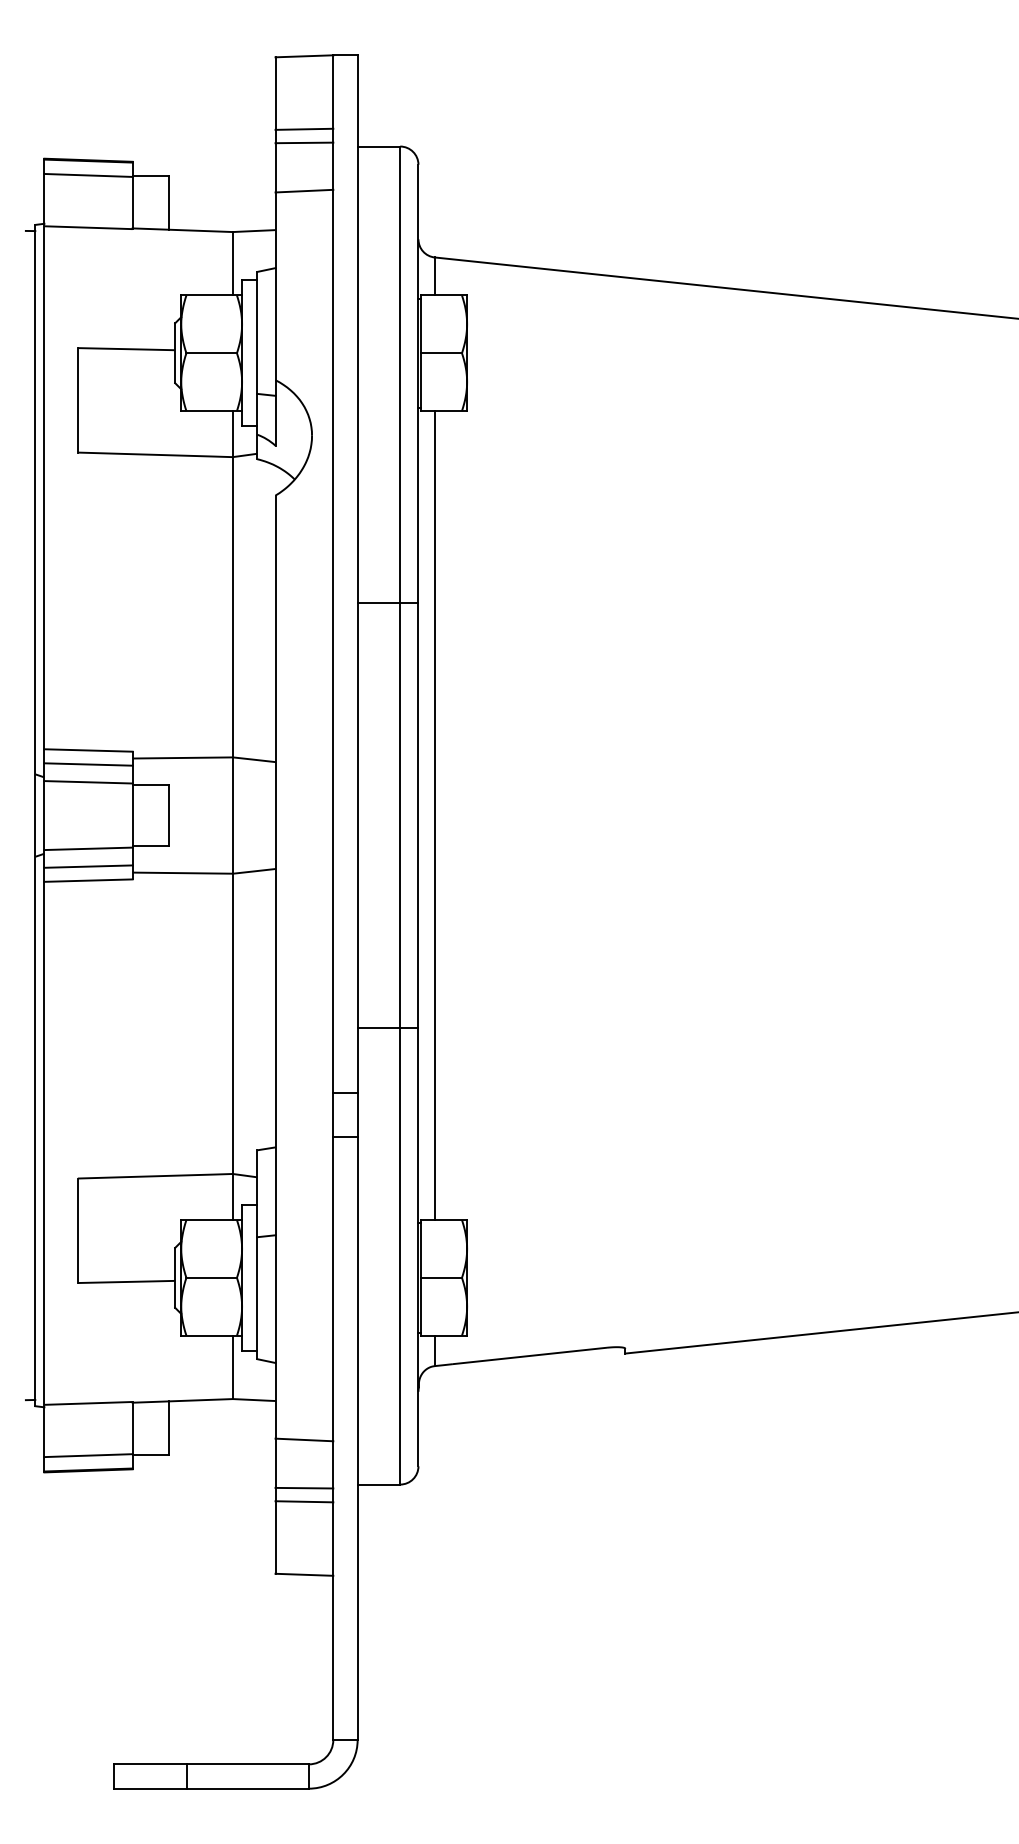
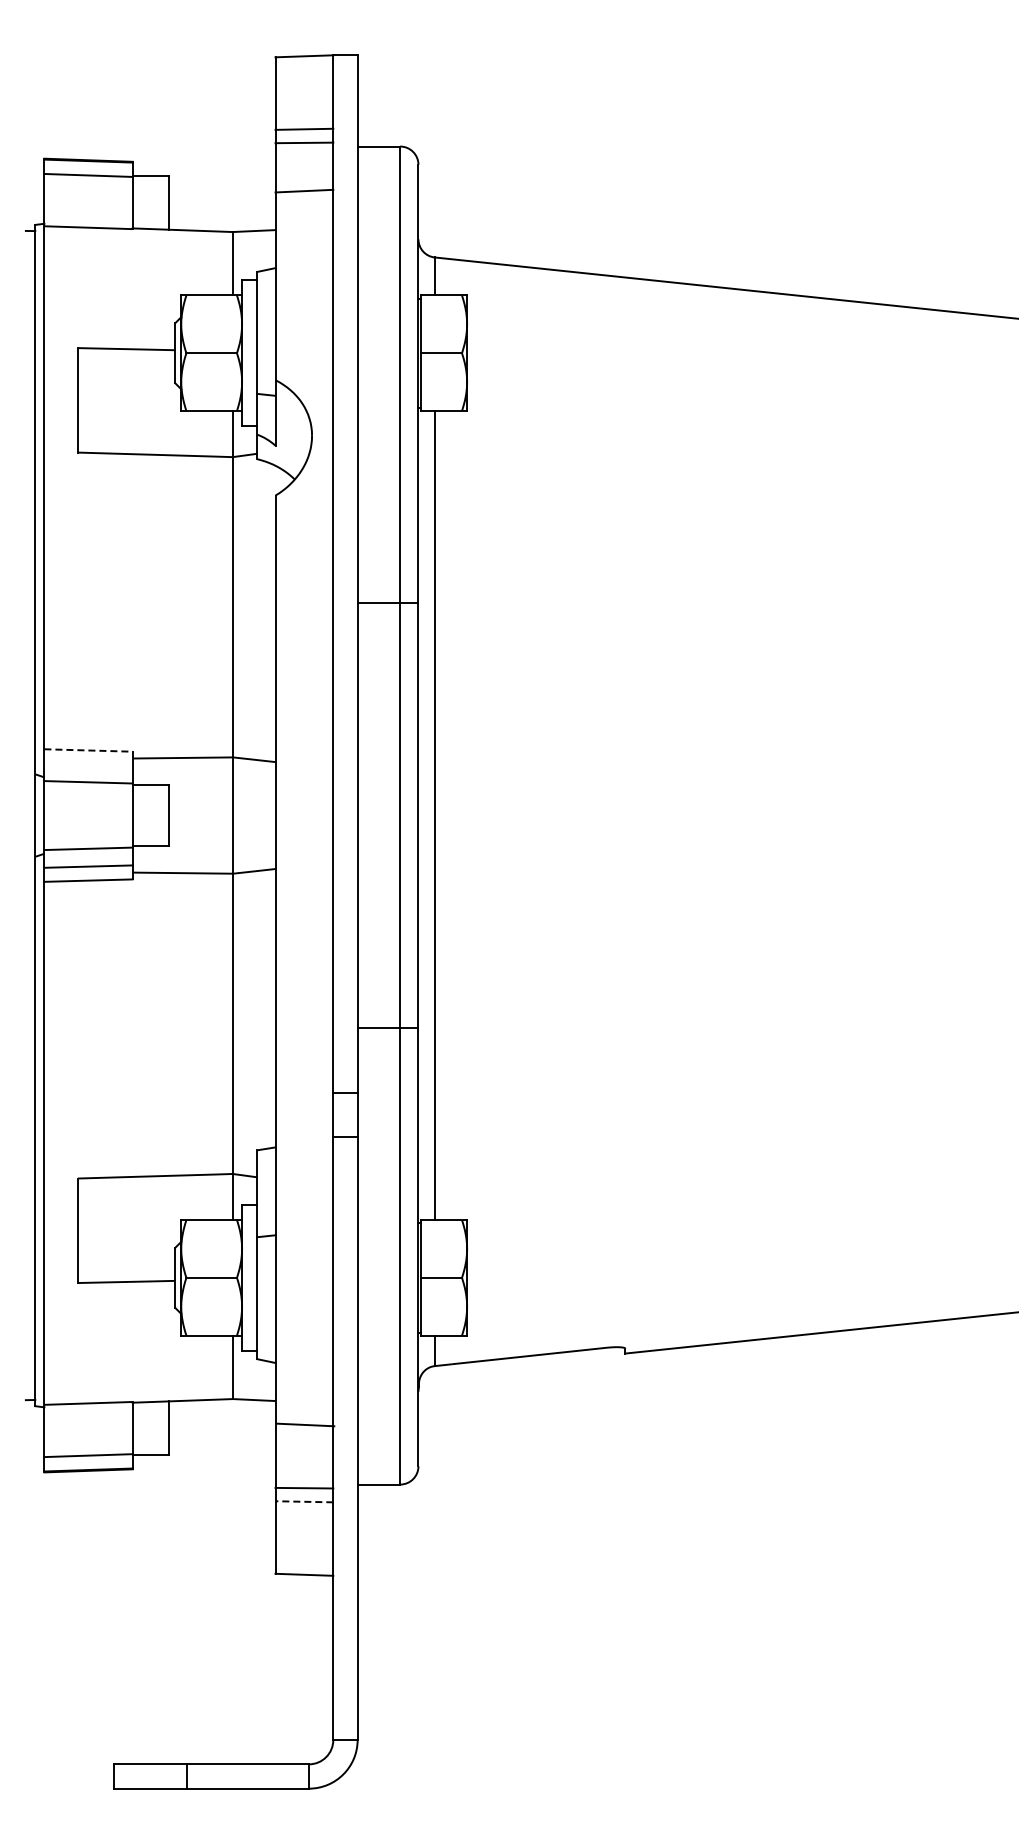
line at (89, 750): solid -> dashed
line at (88, 764): present -> none
line at (304, 1439) position: (304, 1439) -> (305, 1424)
line at (304, 1501): solid -> dashed
